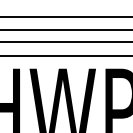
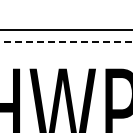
line at (65, 16): present -> none
line at (66, 42): solid -> dashed
line at (65, 56): present -> none
